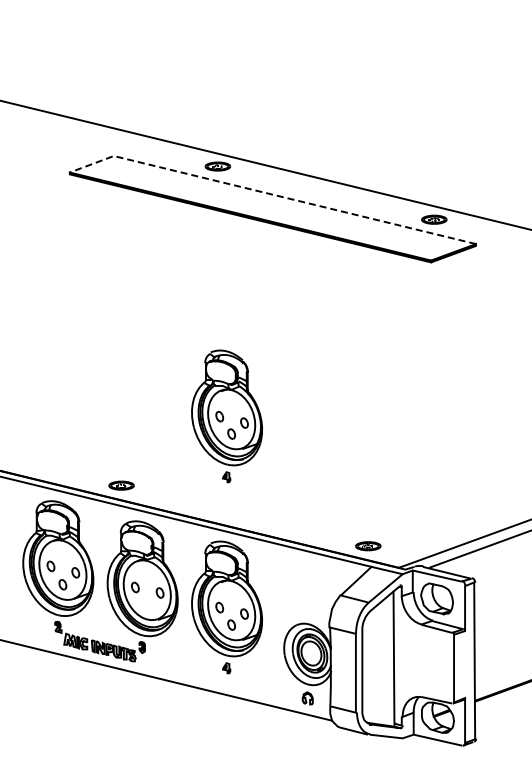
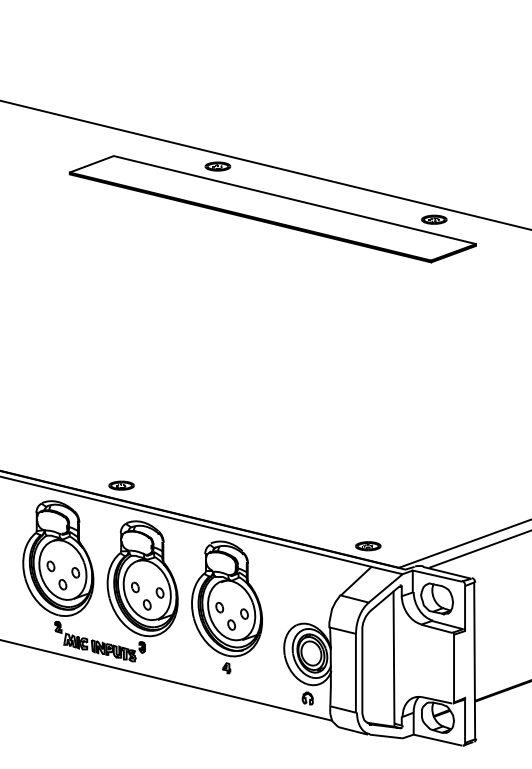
line at (271, 194): dashed -> solid
part at (226, 416): present -> none
part at (146, 604): none -> present
